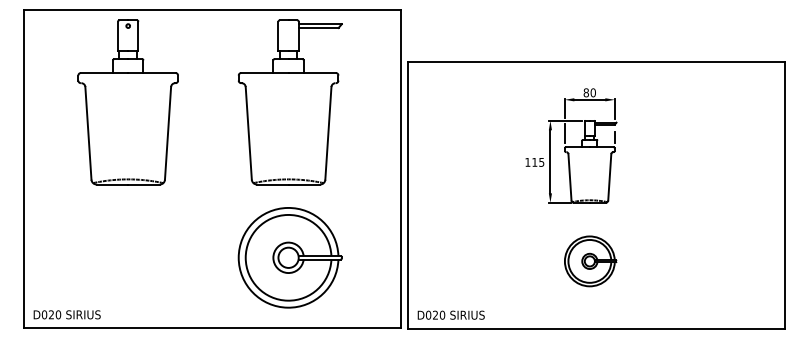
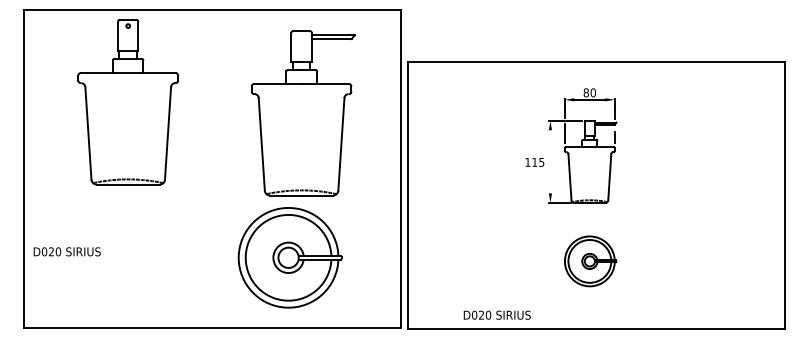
part at (290, 102) position: (290, 102) -> (303, 113)
line at (550, 161): present -> none
text at (66, 314) position: (66, 314) -> (66, 251)
text at (450, 314) position: (450, 314) -> (496, 314)
